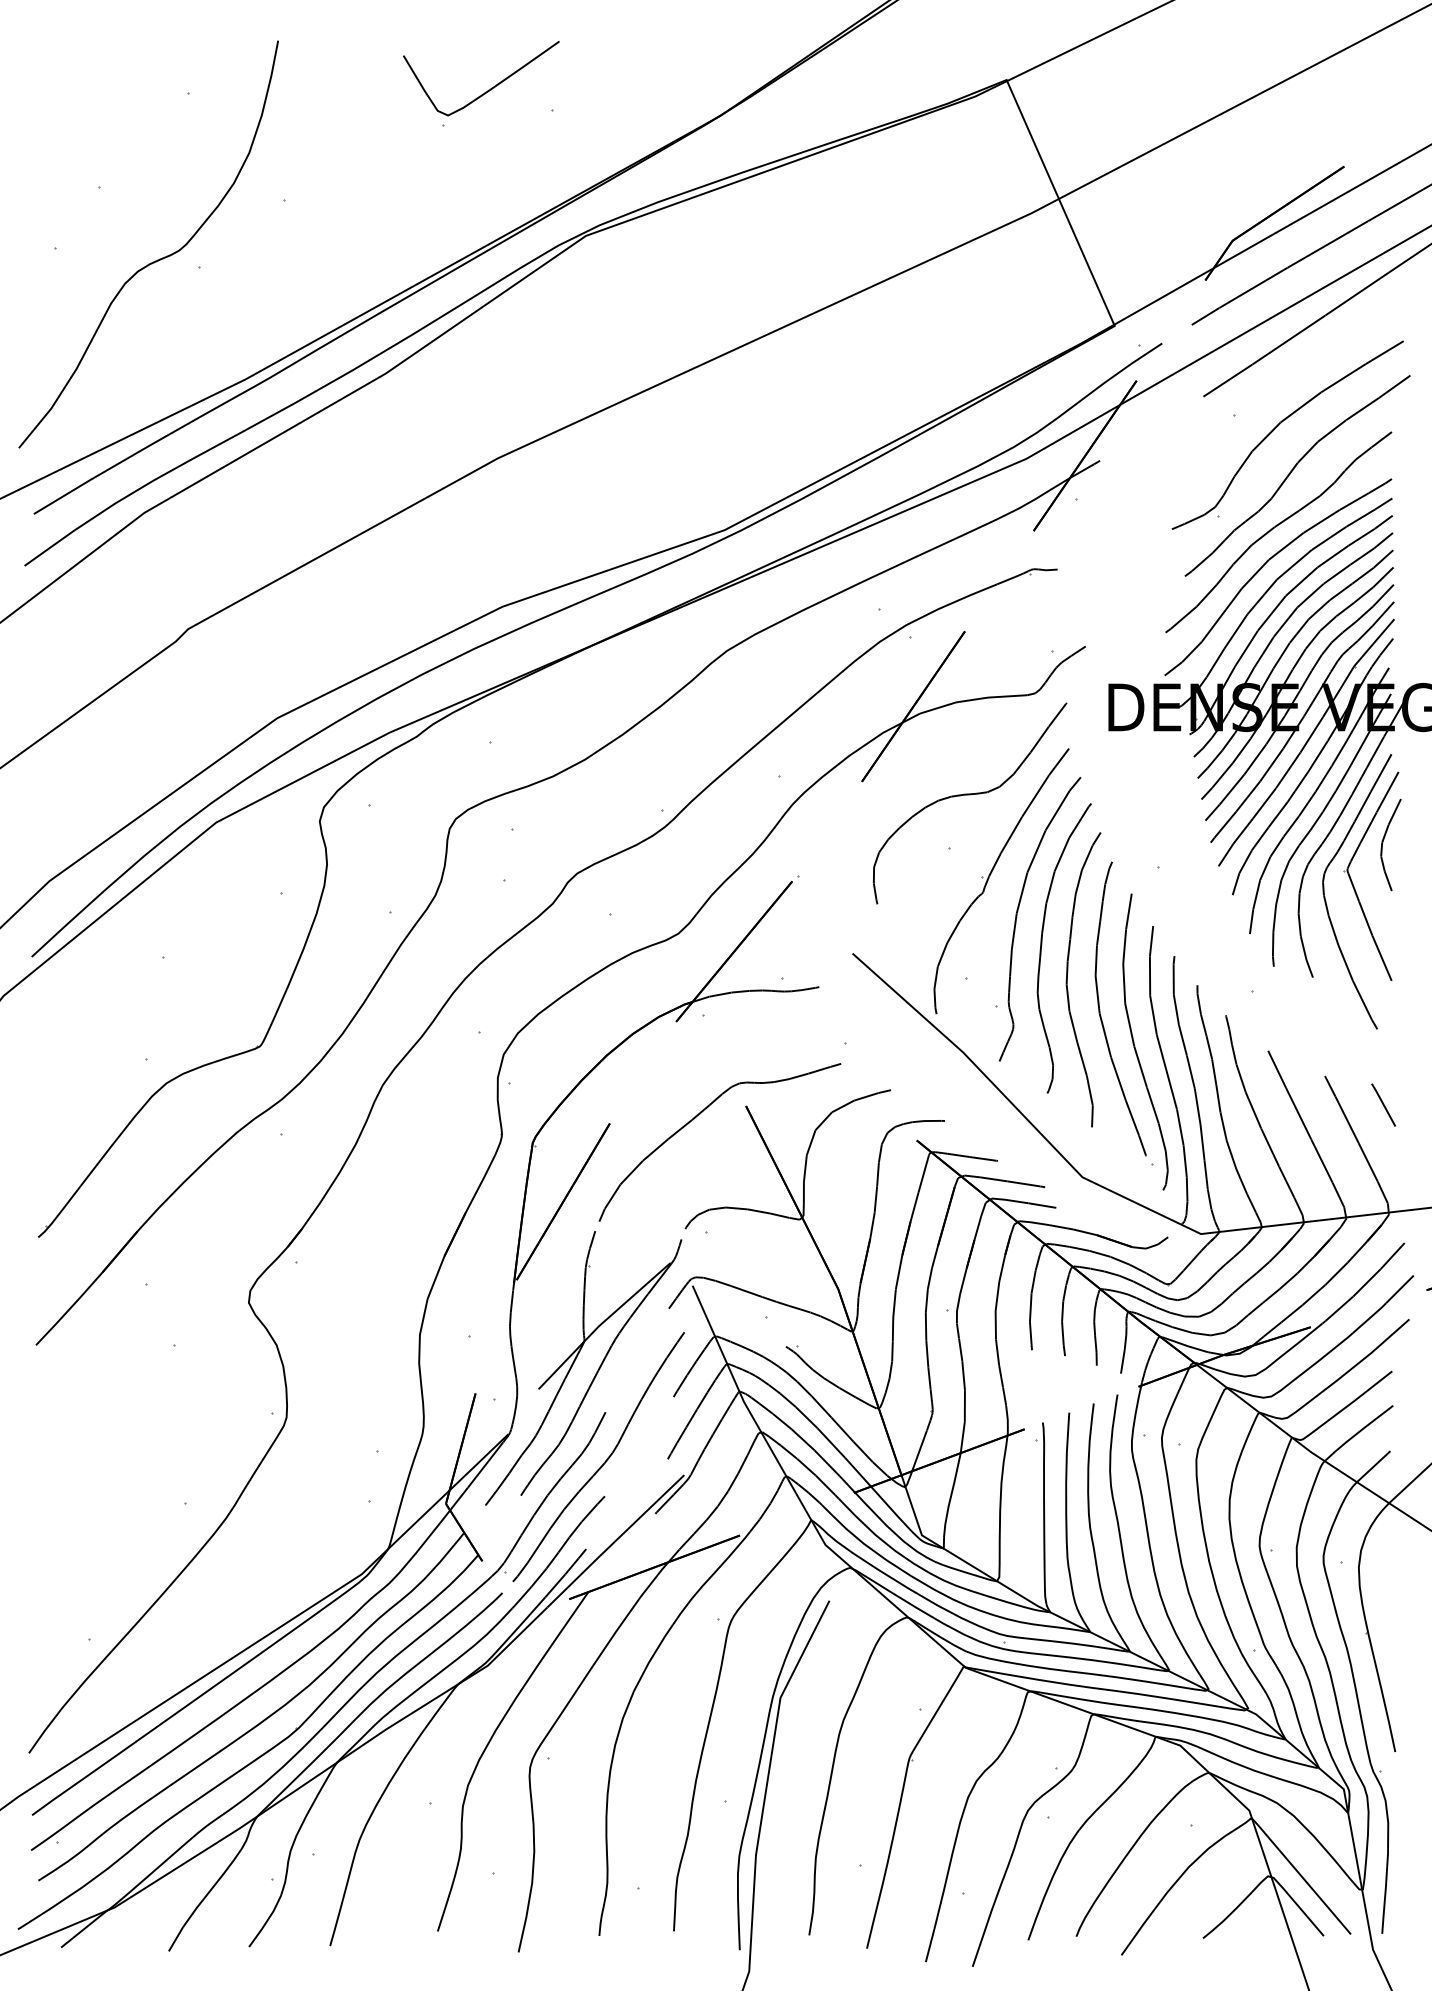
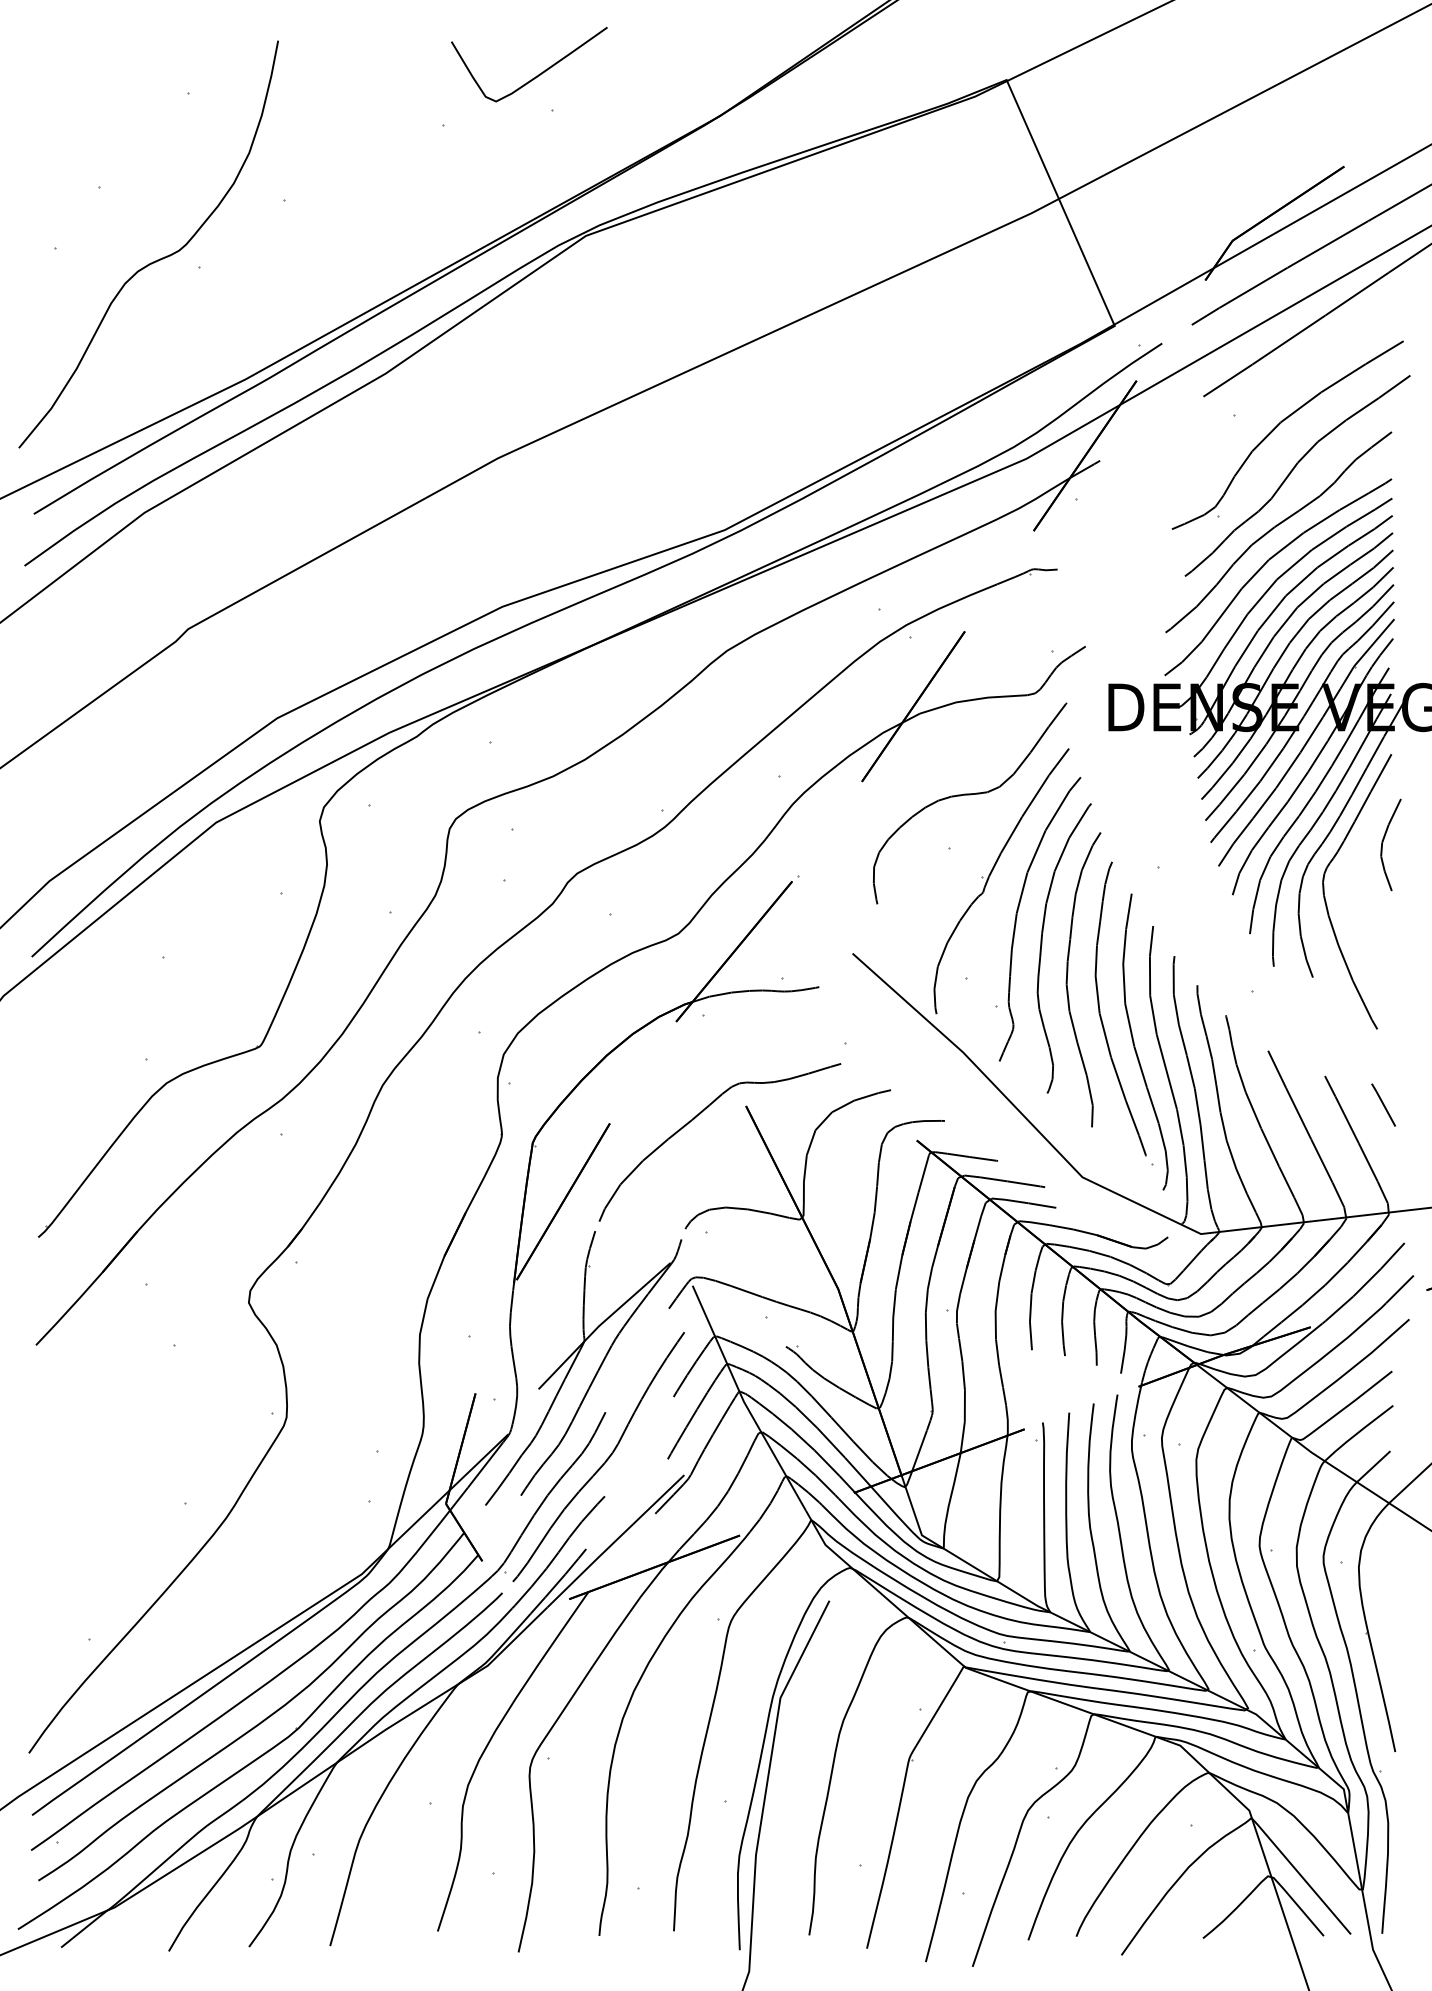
curve at (488, 89) position: (488, 89) -> (536, 75)
part at (1353, 883): present -> none
